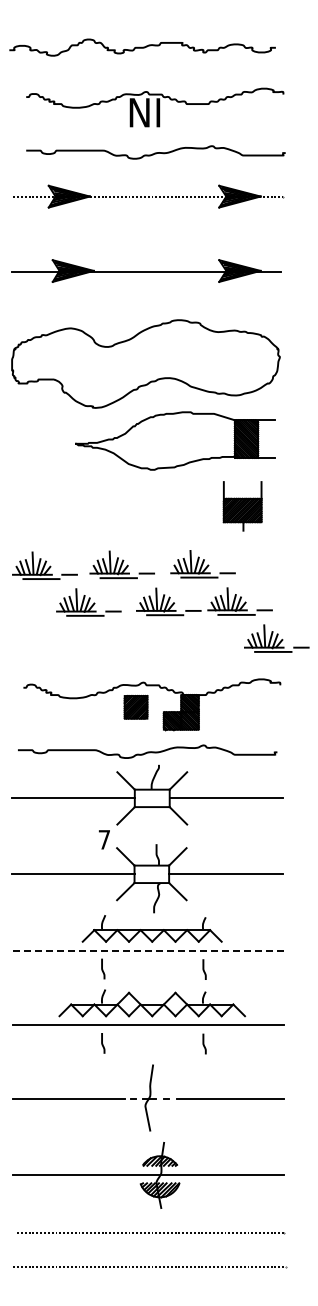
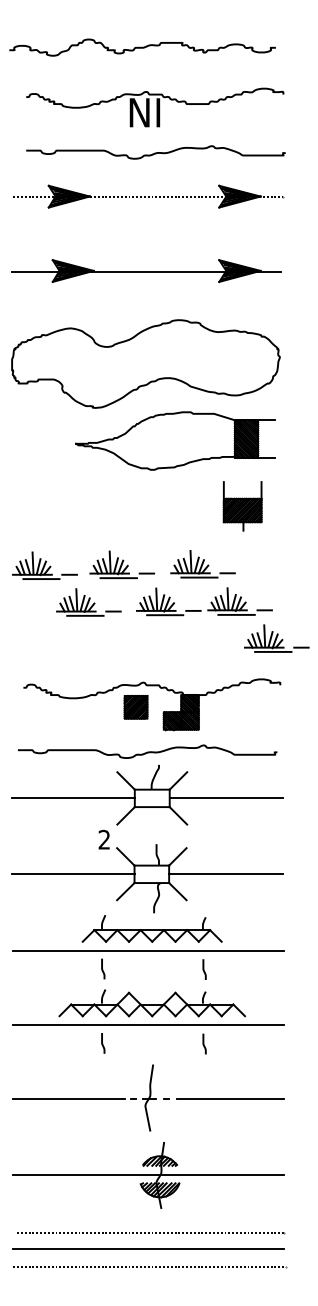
text at (103, 839): 7 -> 2
line at (148, 950): dashed -> solid
line at (147, 1249): none -> present
